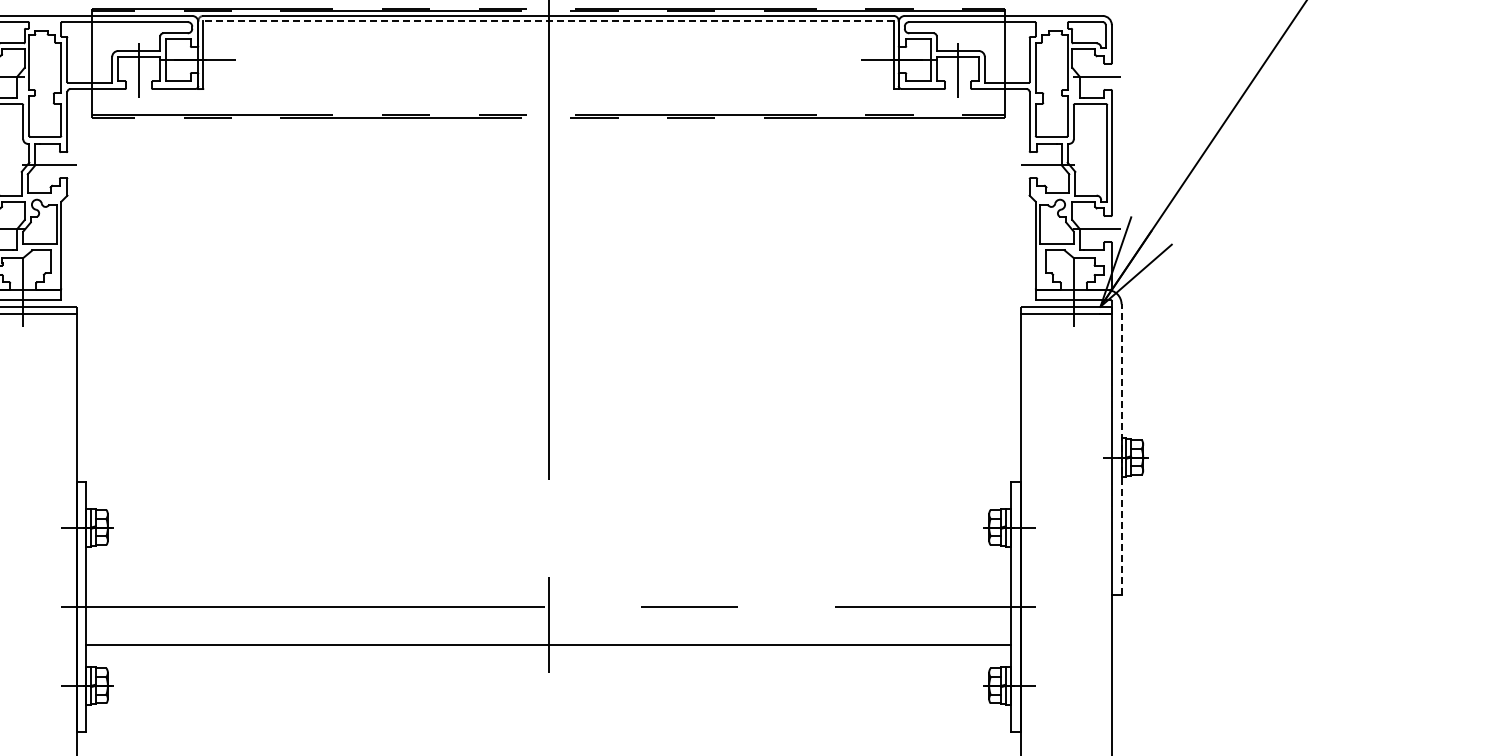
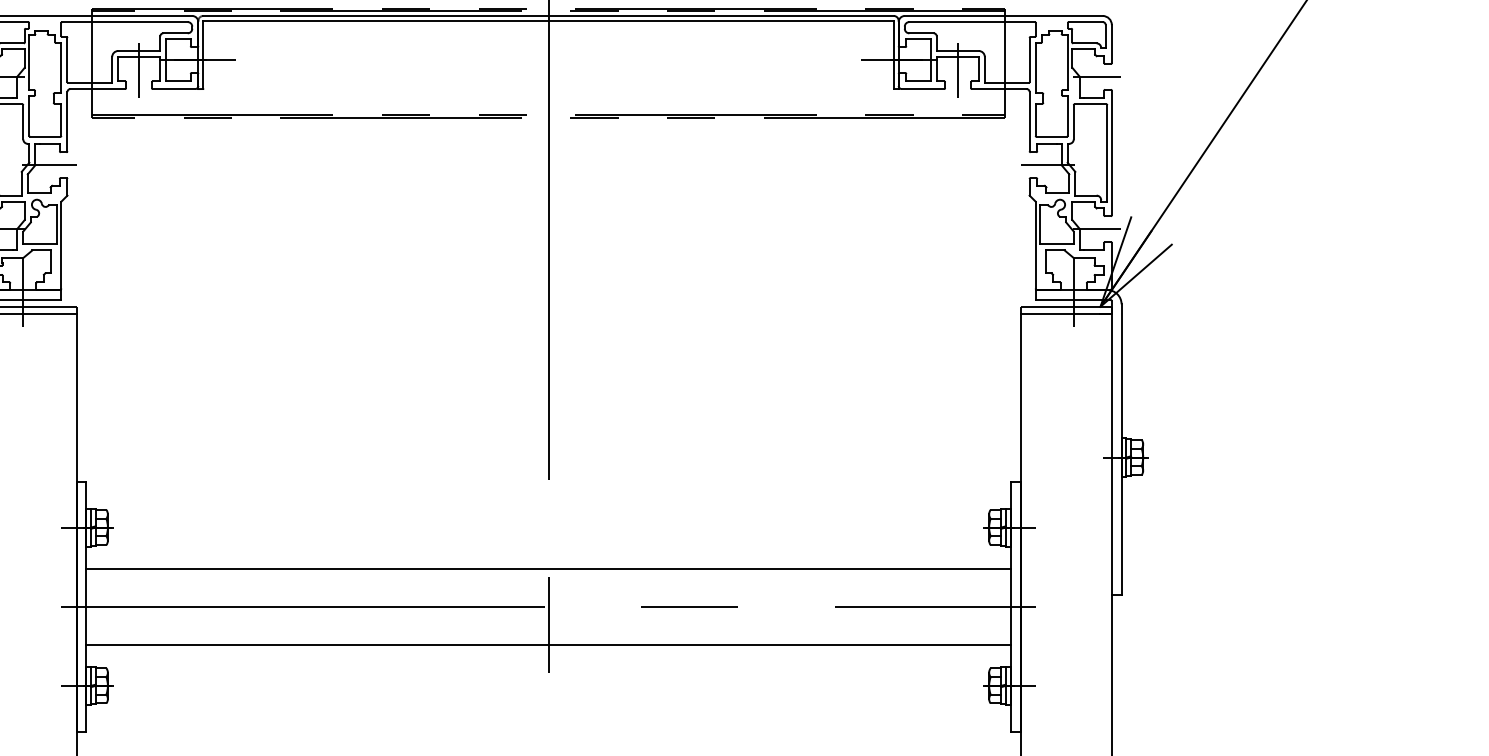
line at (548, 20): dashed -> solid
line at (1121, 448): dashed -> solid
line at (548, 568): none -> present
